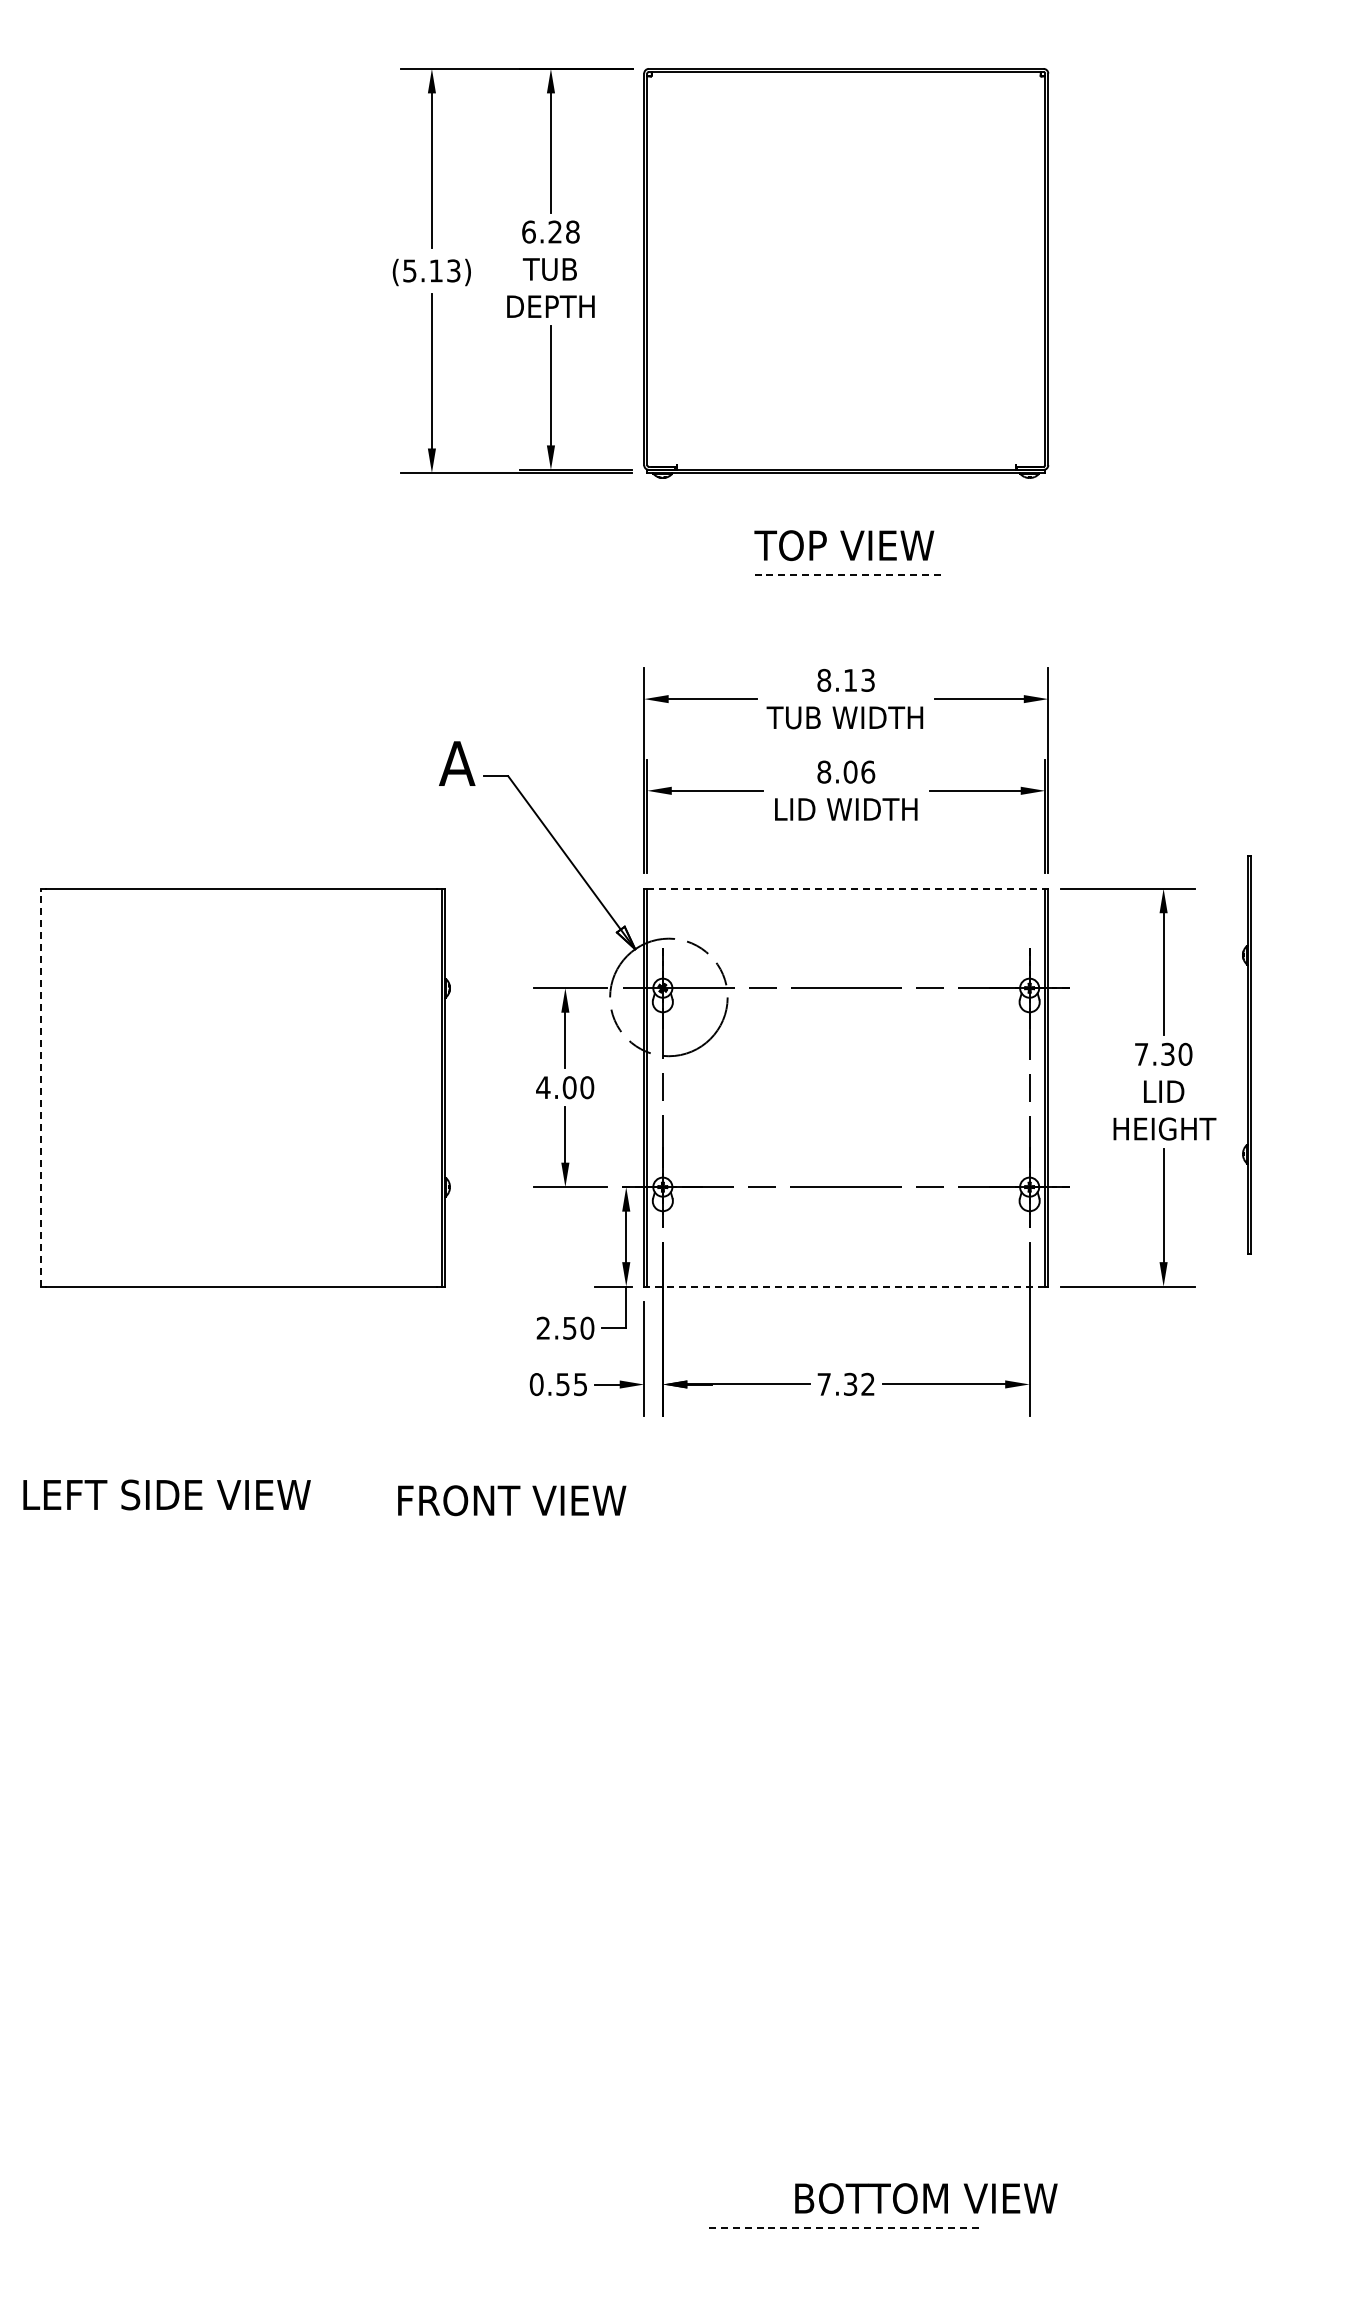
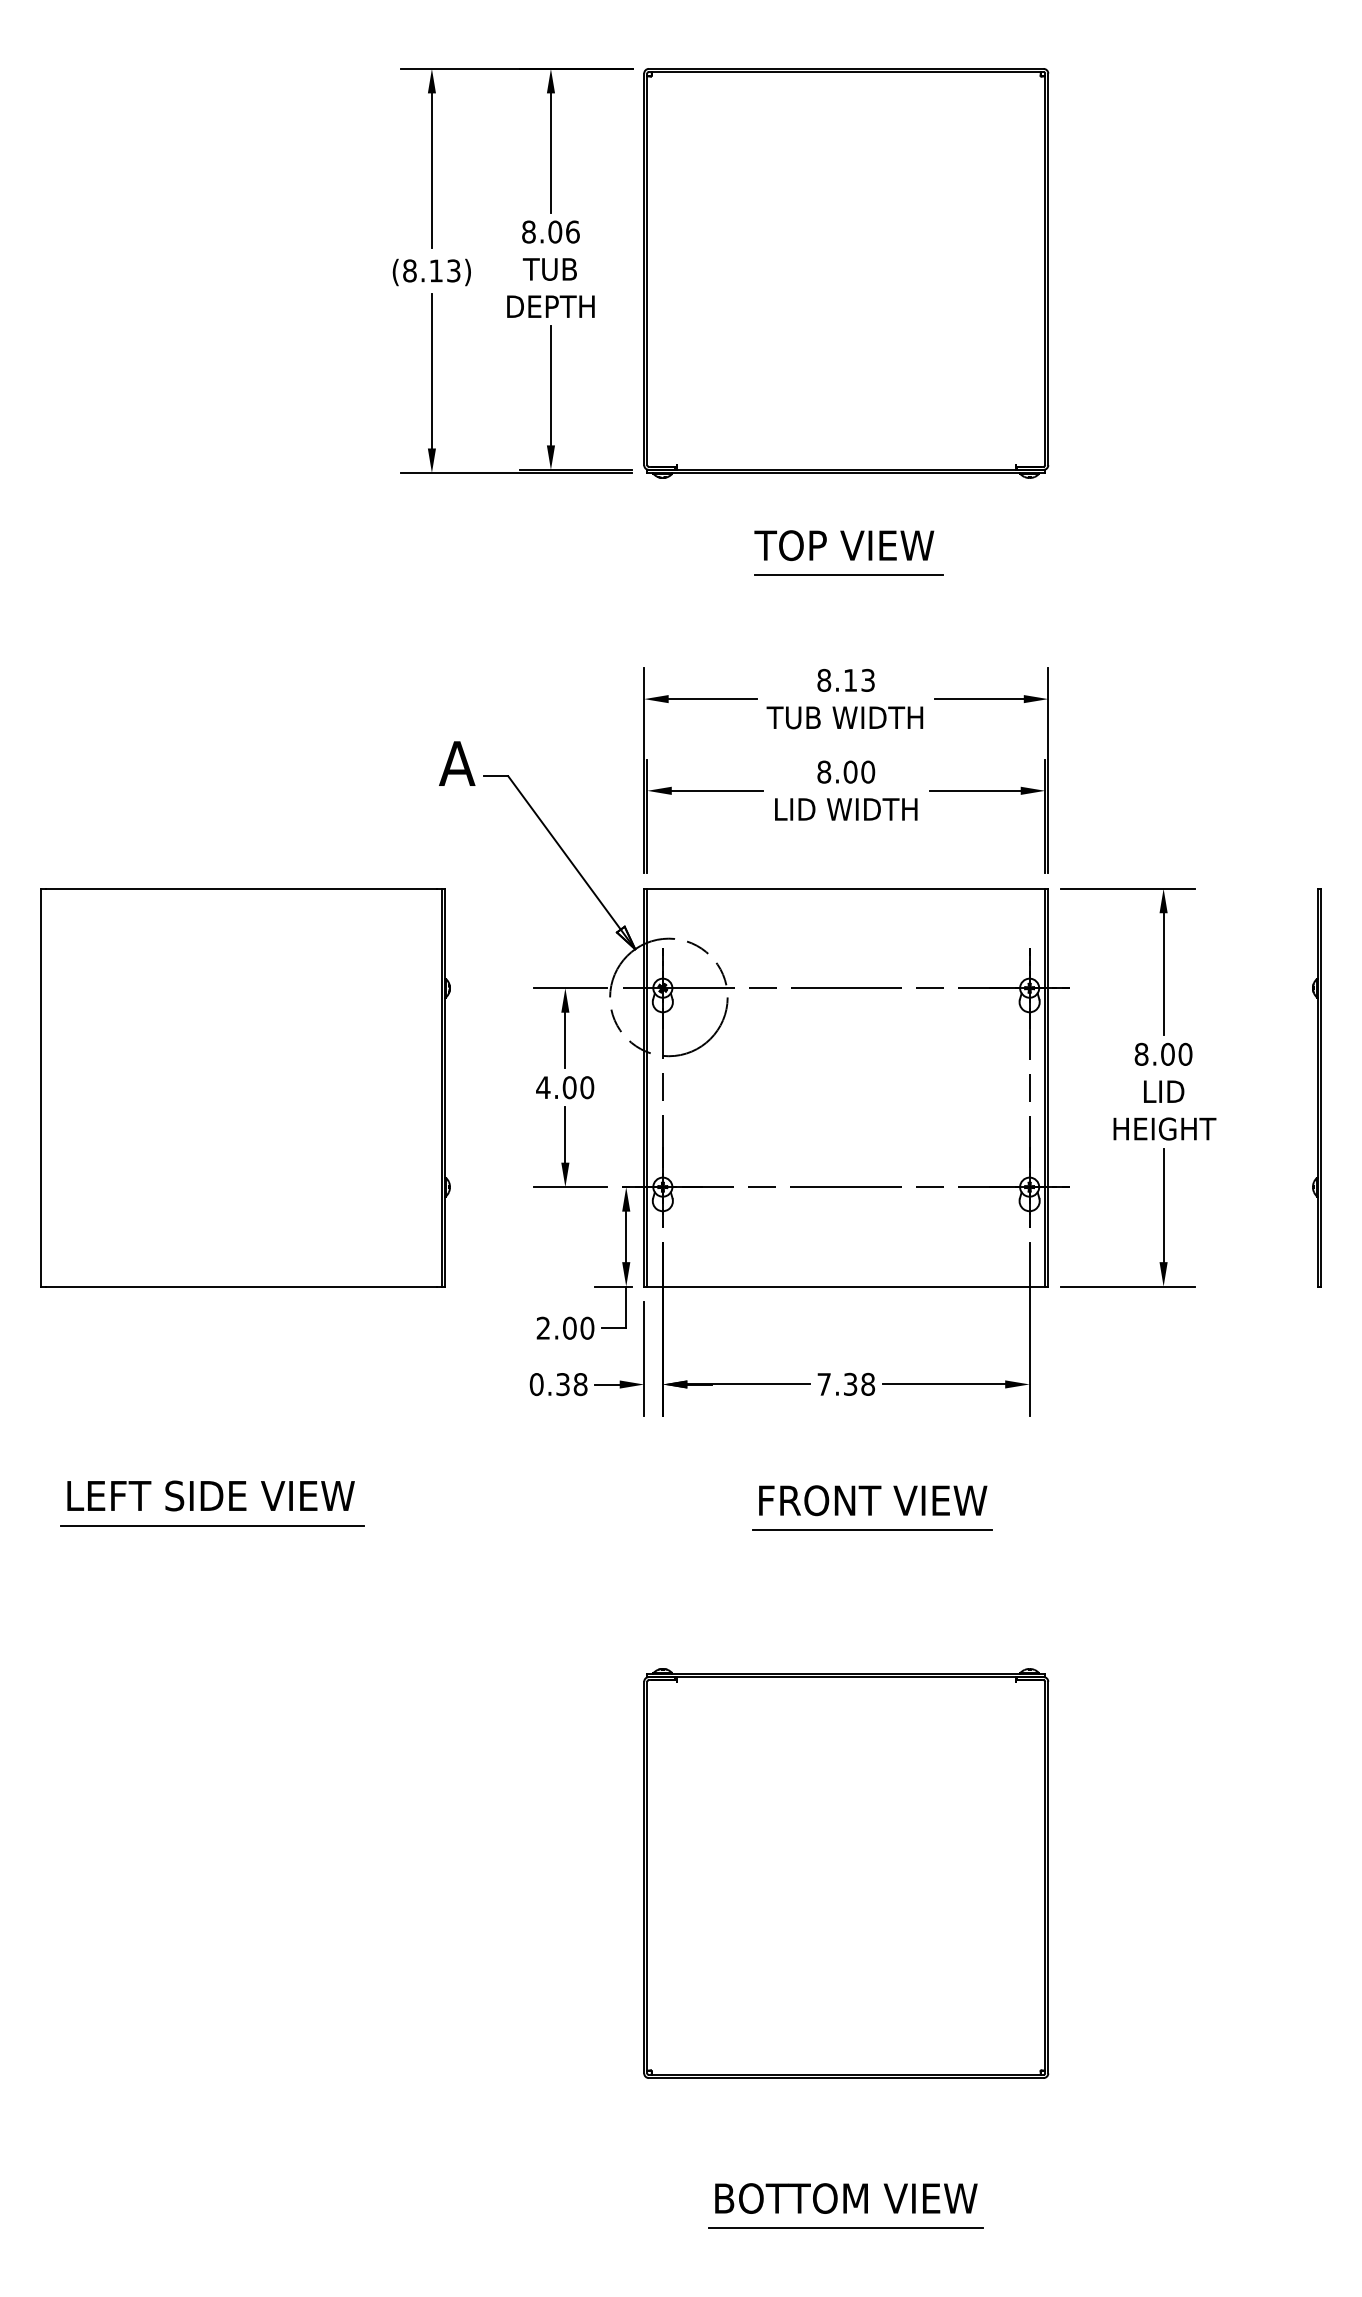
text at (550, 231): 6.28 -> 8.06
text at (409, 270): (5.13) -> (8.13)
line at (849, 575): dashed -> solid
text at (868, 771): 8.06 -> 8.00
line at (846, 888): dashed -> solid
text at (1154, 1053): 7.30 -> 8.00
part at (1246, 1054) position: (1246, 1054) -> (1316, 1087)
line at (40, 1087): dashed -> solid
line at (846, 1286): dashed -> solid
text at (569, 1327): 2.50 -> 2.00
text at (572, 1384): 0.55 -> 0.38
text at (868, 1384): 7.32 -> 7.38
text at (166, 1494) position: (166, 1494) -> (210, 1495)
text at (512, 1500) position: (512, 1500) -> (873, 1500)
line at (212, 1525): none -> present
line at (872, 1530): none -> present
part at (846, 1873): none -> present
text at (926, 2198) position: (926, 2198) -> (846, 2198)
line at (846, 2228): dashed -> solid
